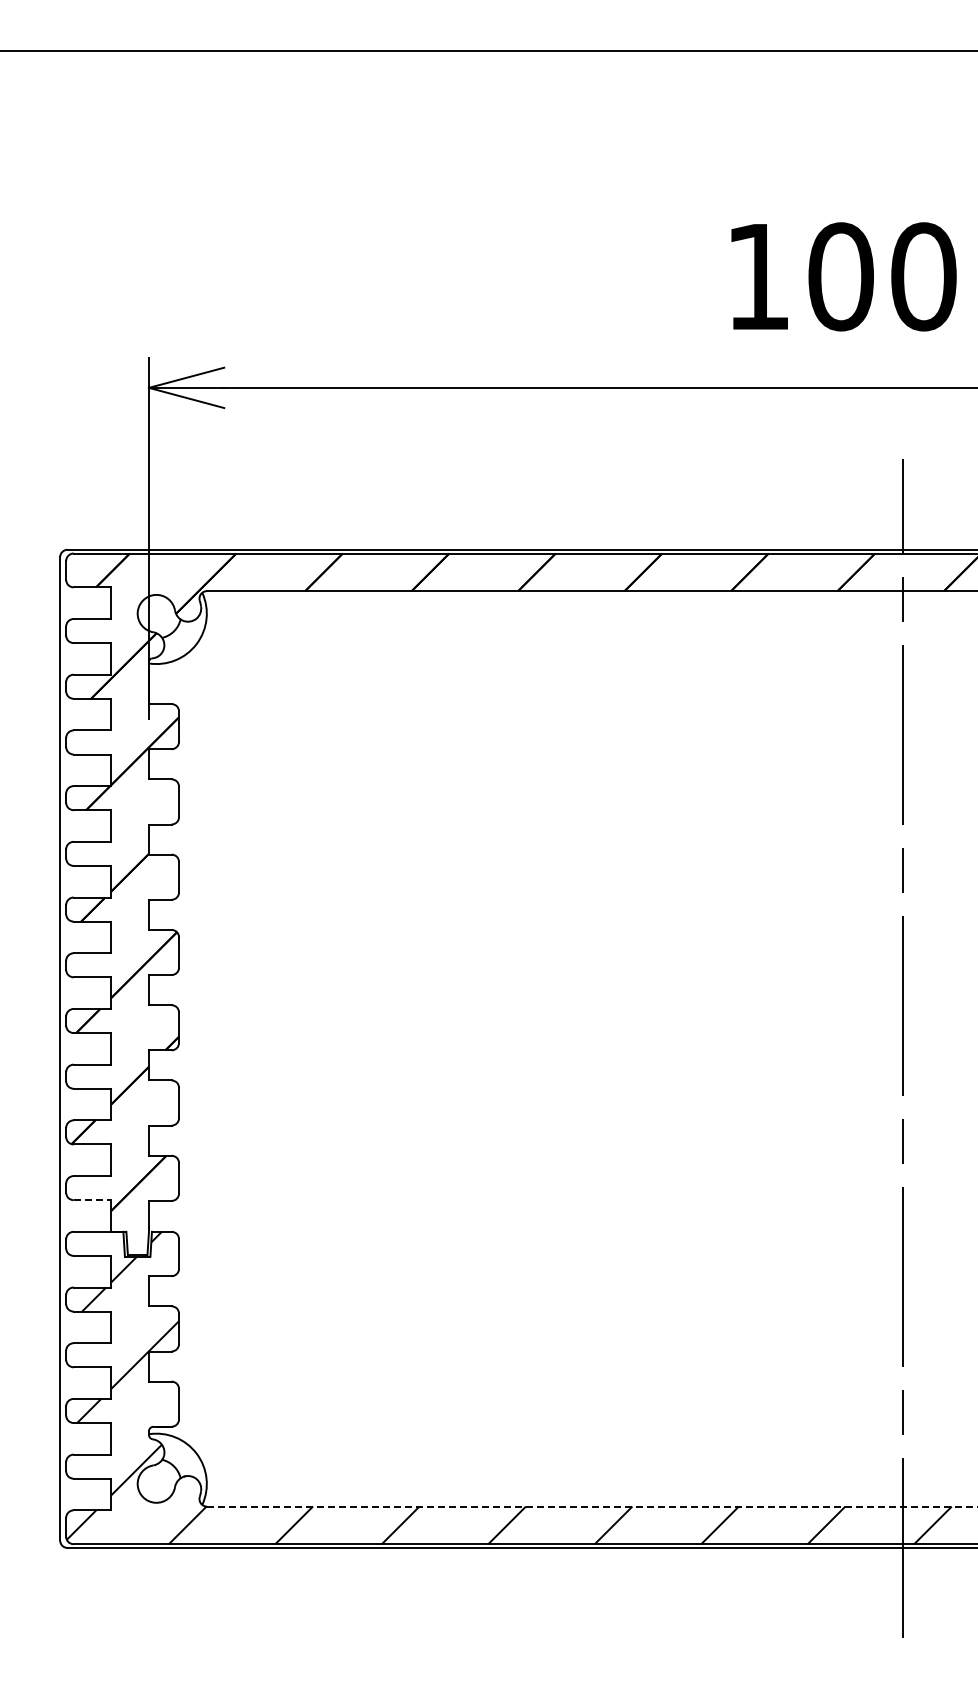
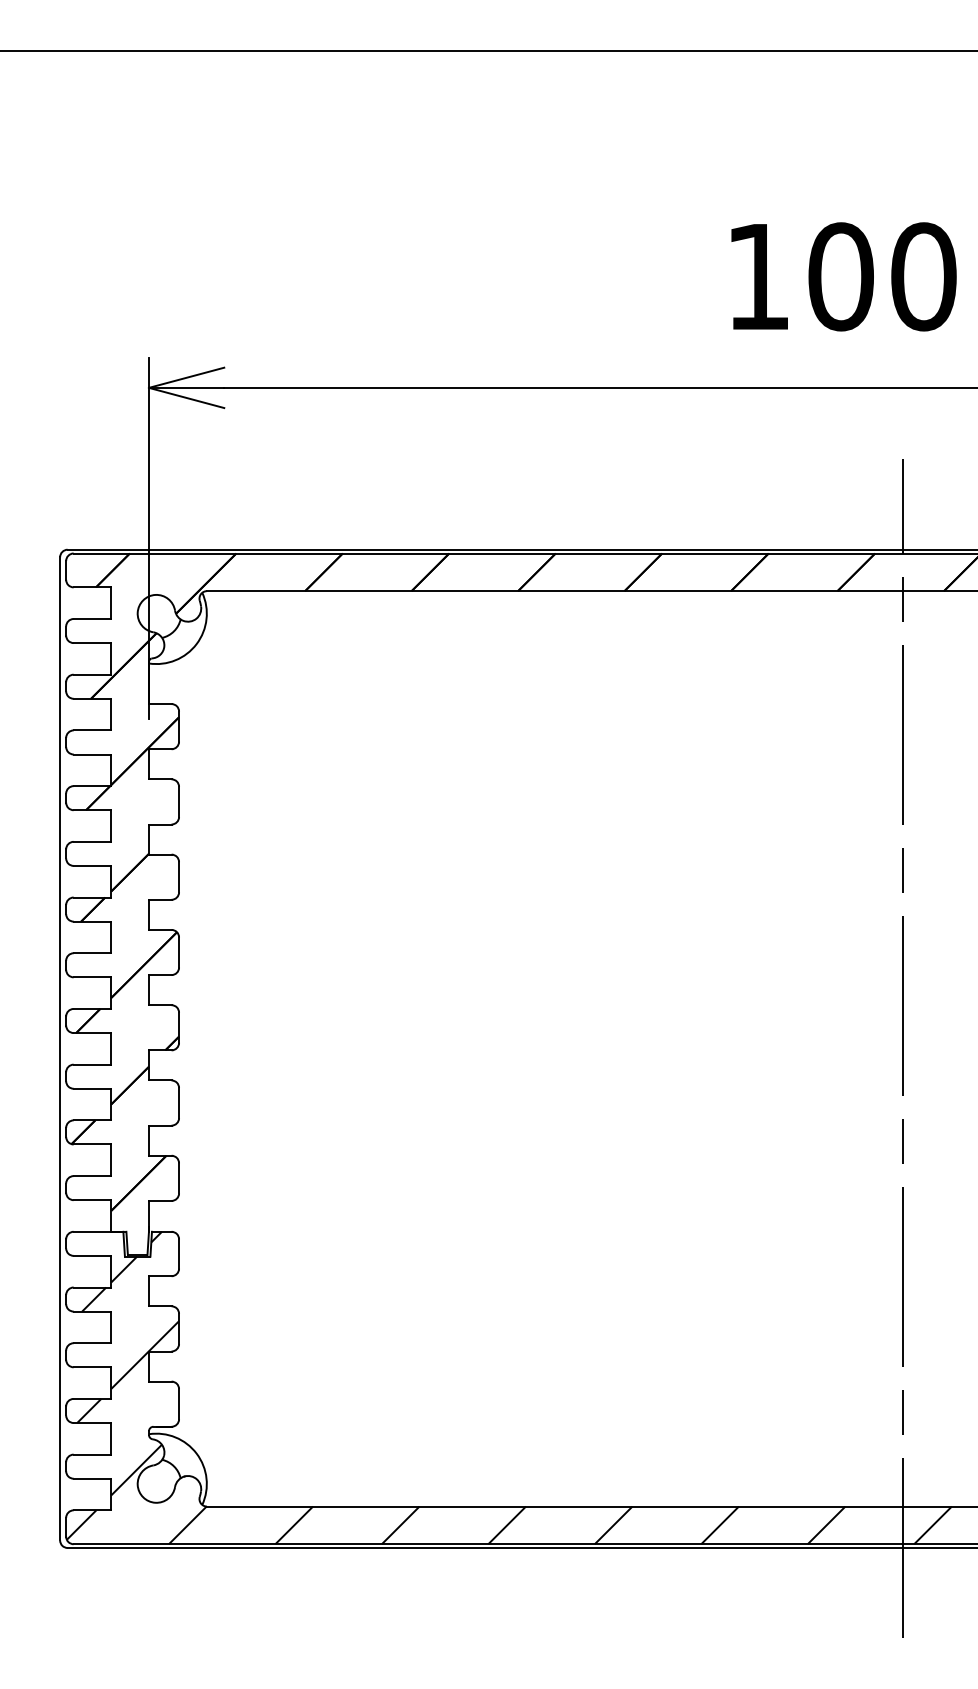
line at (92, 1200): dashed -> solid
line at (591, 1506): dashed -> solid
